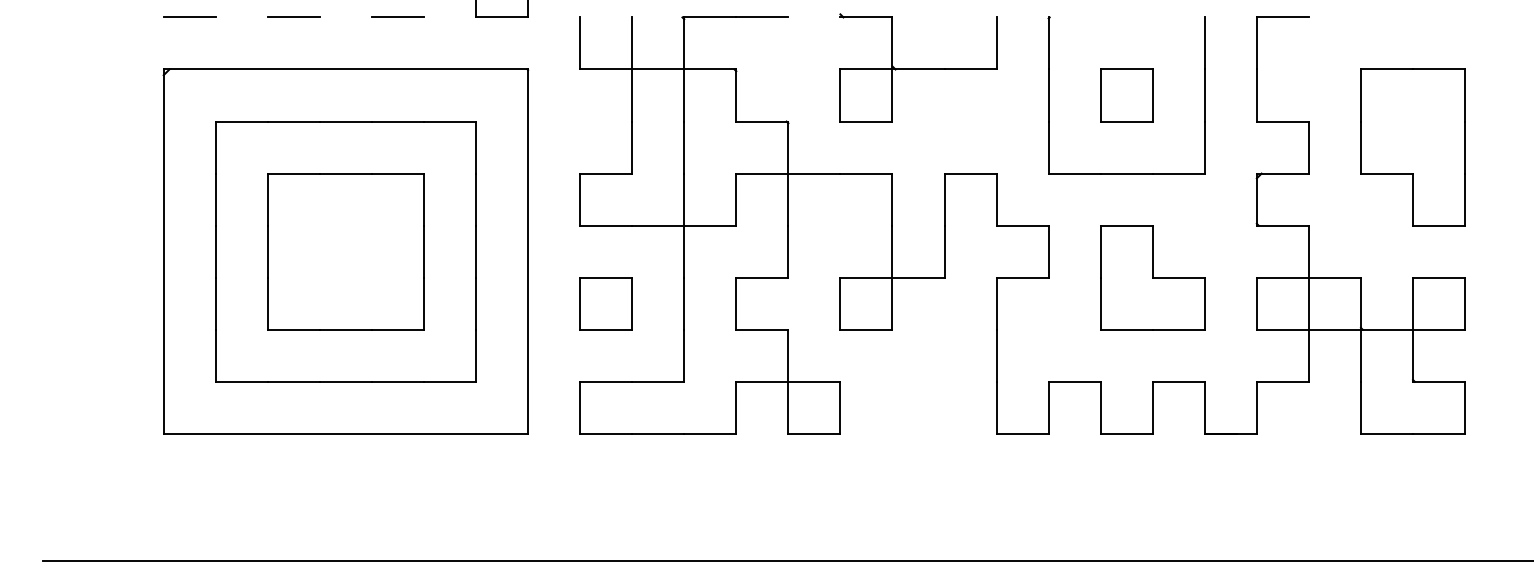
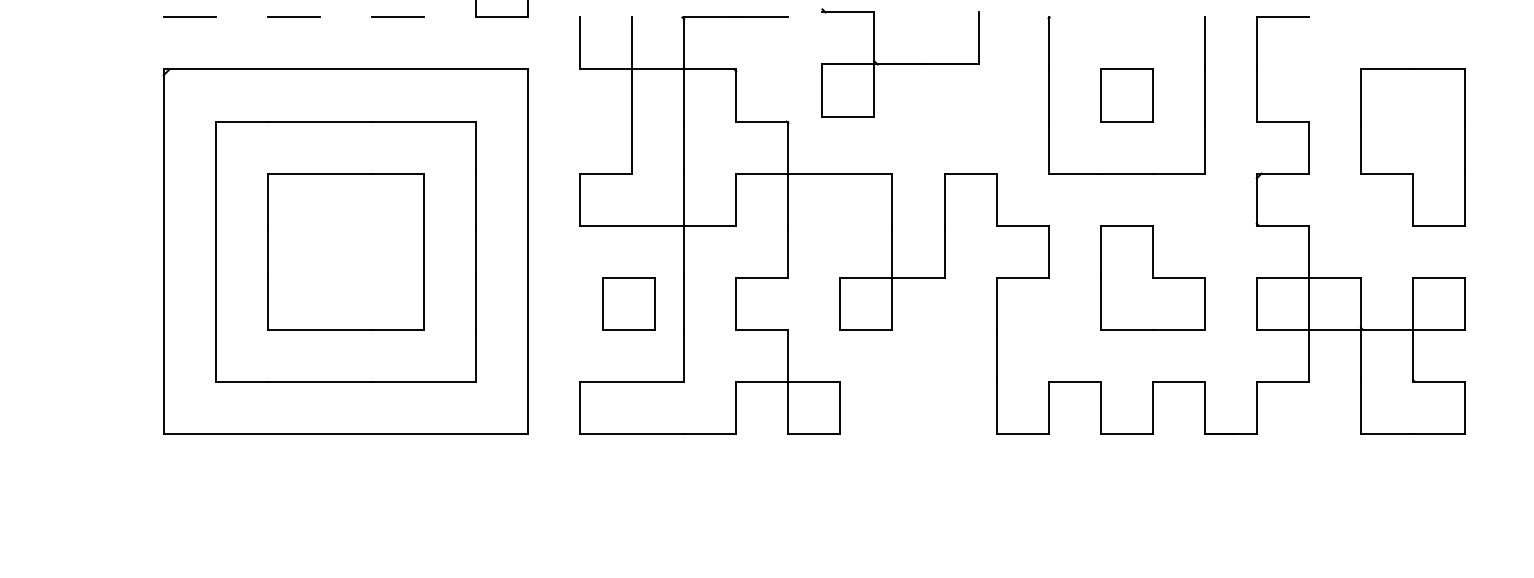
part at (918, 67) position: (918, 67) -> (900, 62)
part at (605, 303) position: (605, 303) -> (628, 303)
line at (786, 560): present -> none
